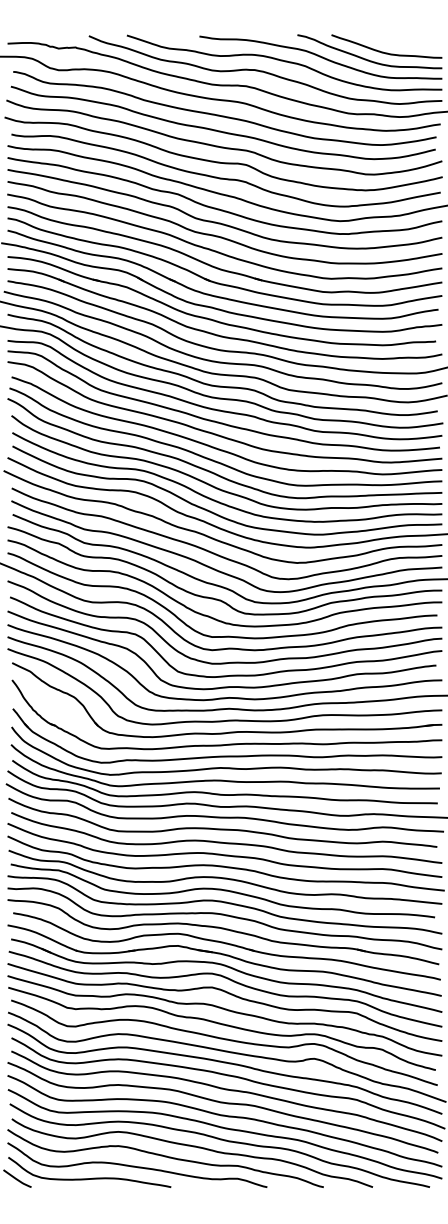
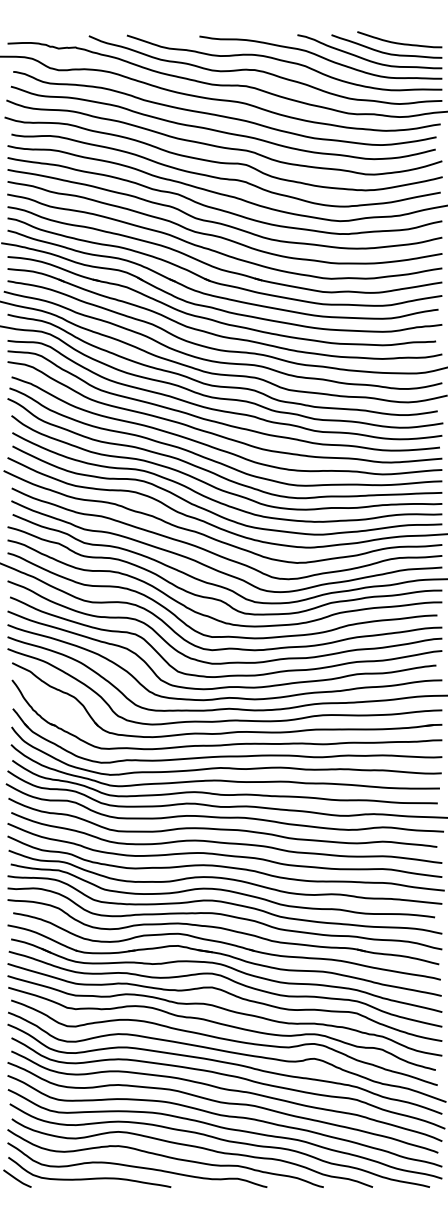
curve at (399, 42): none -> present
